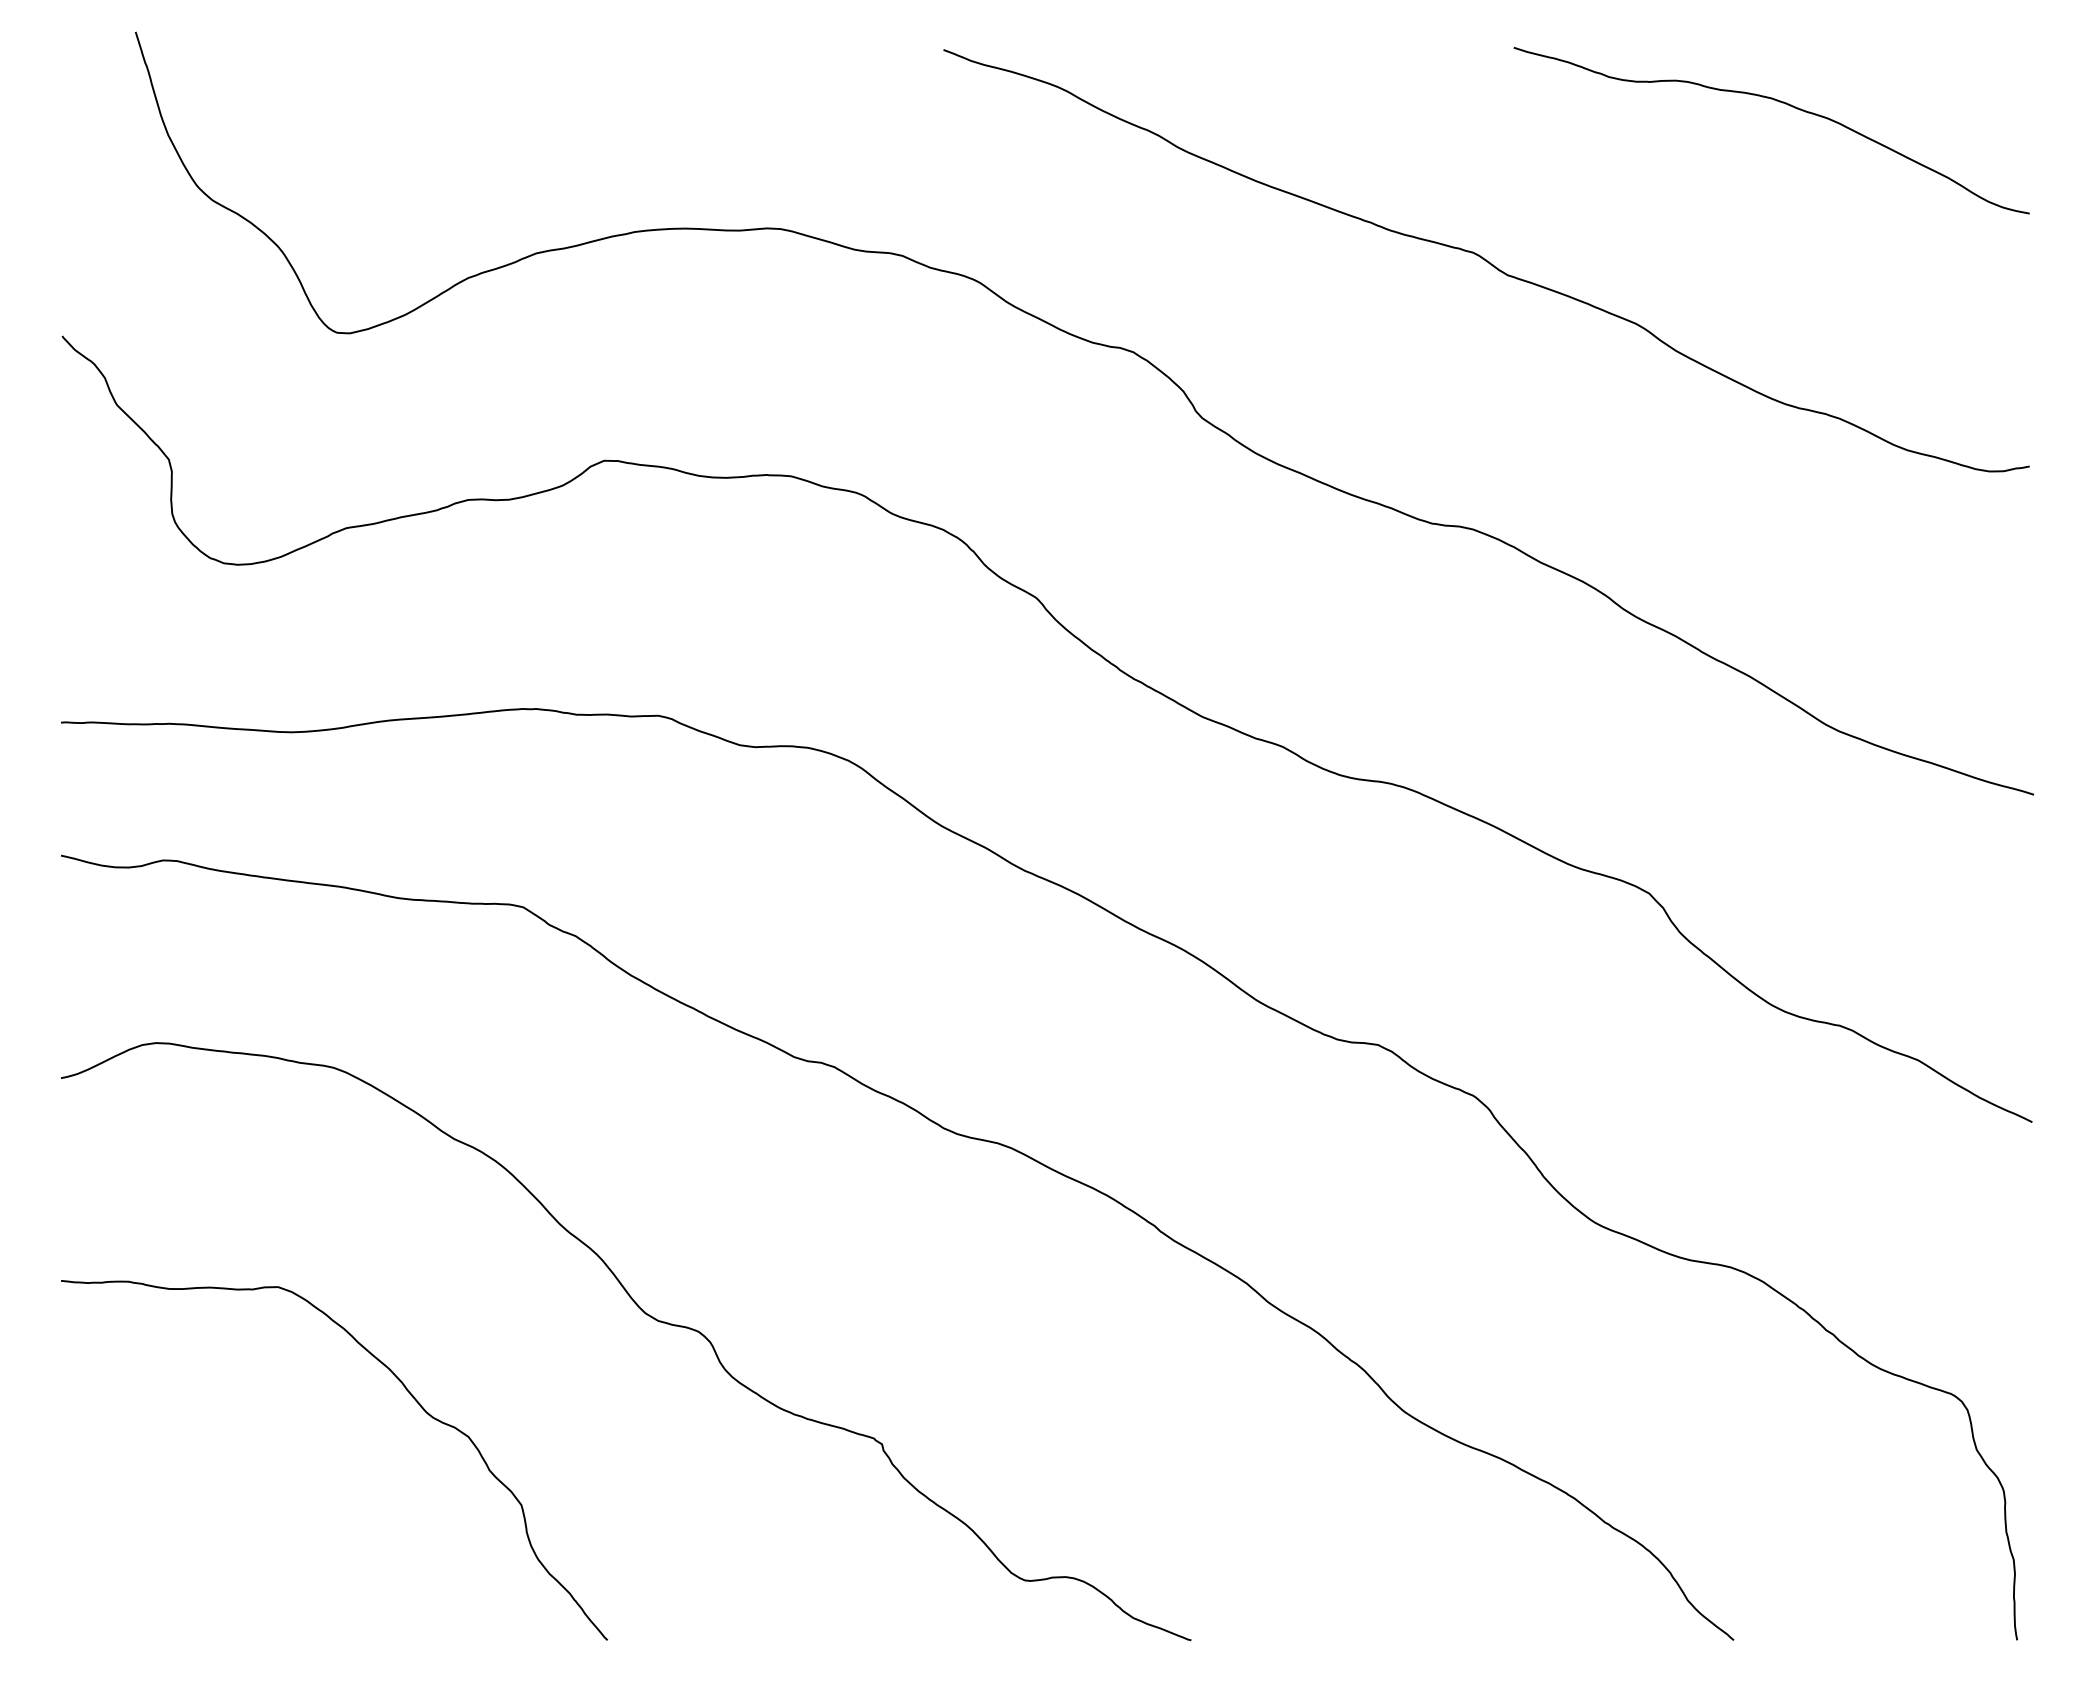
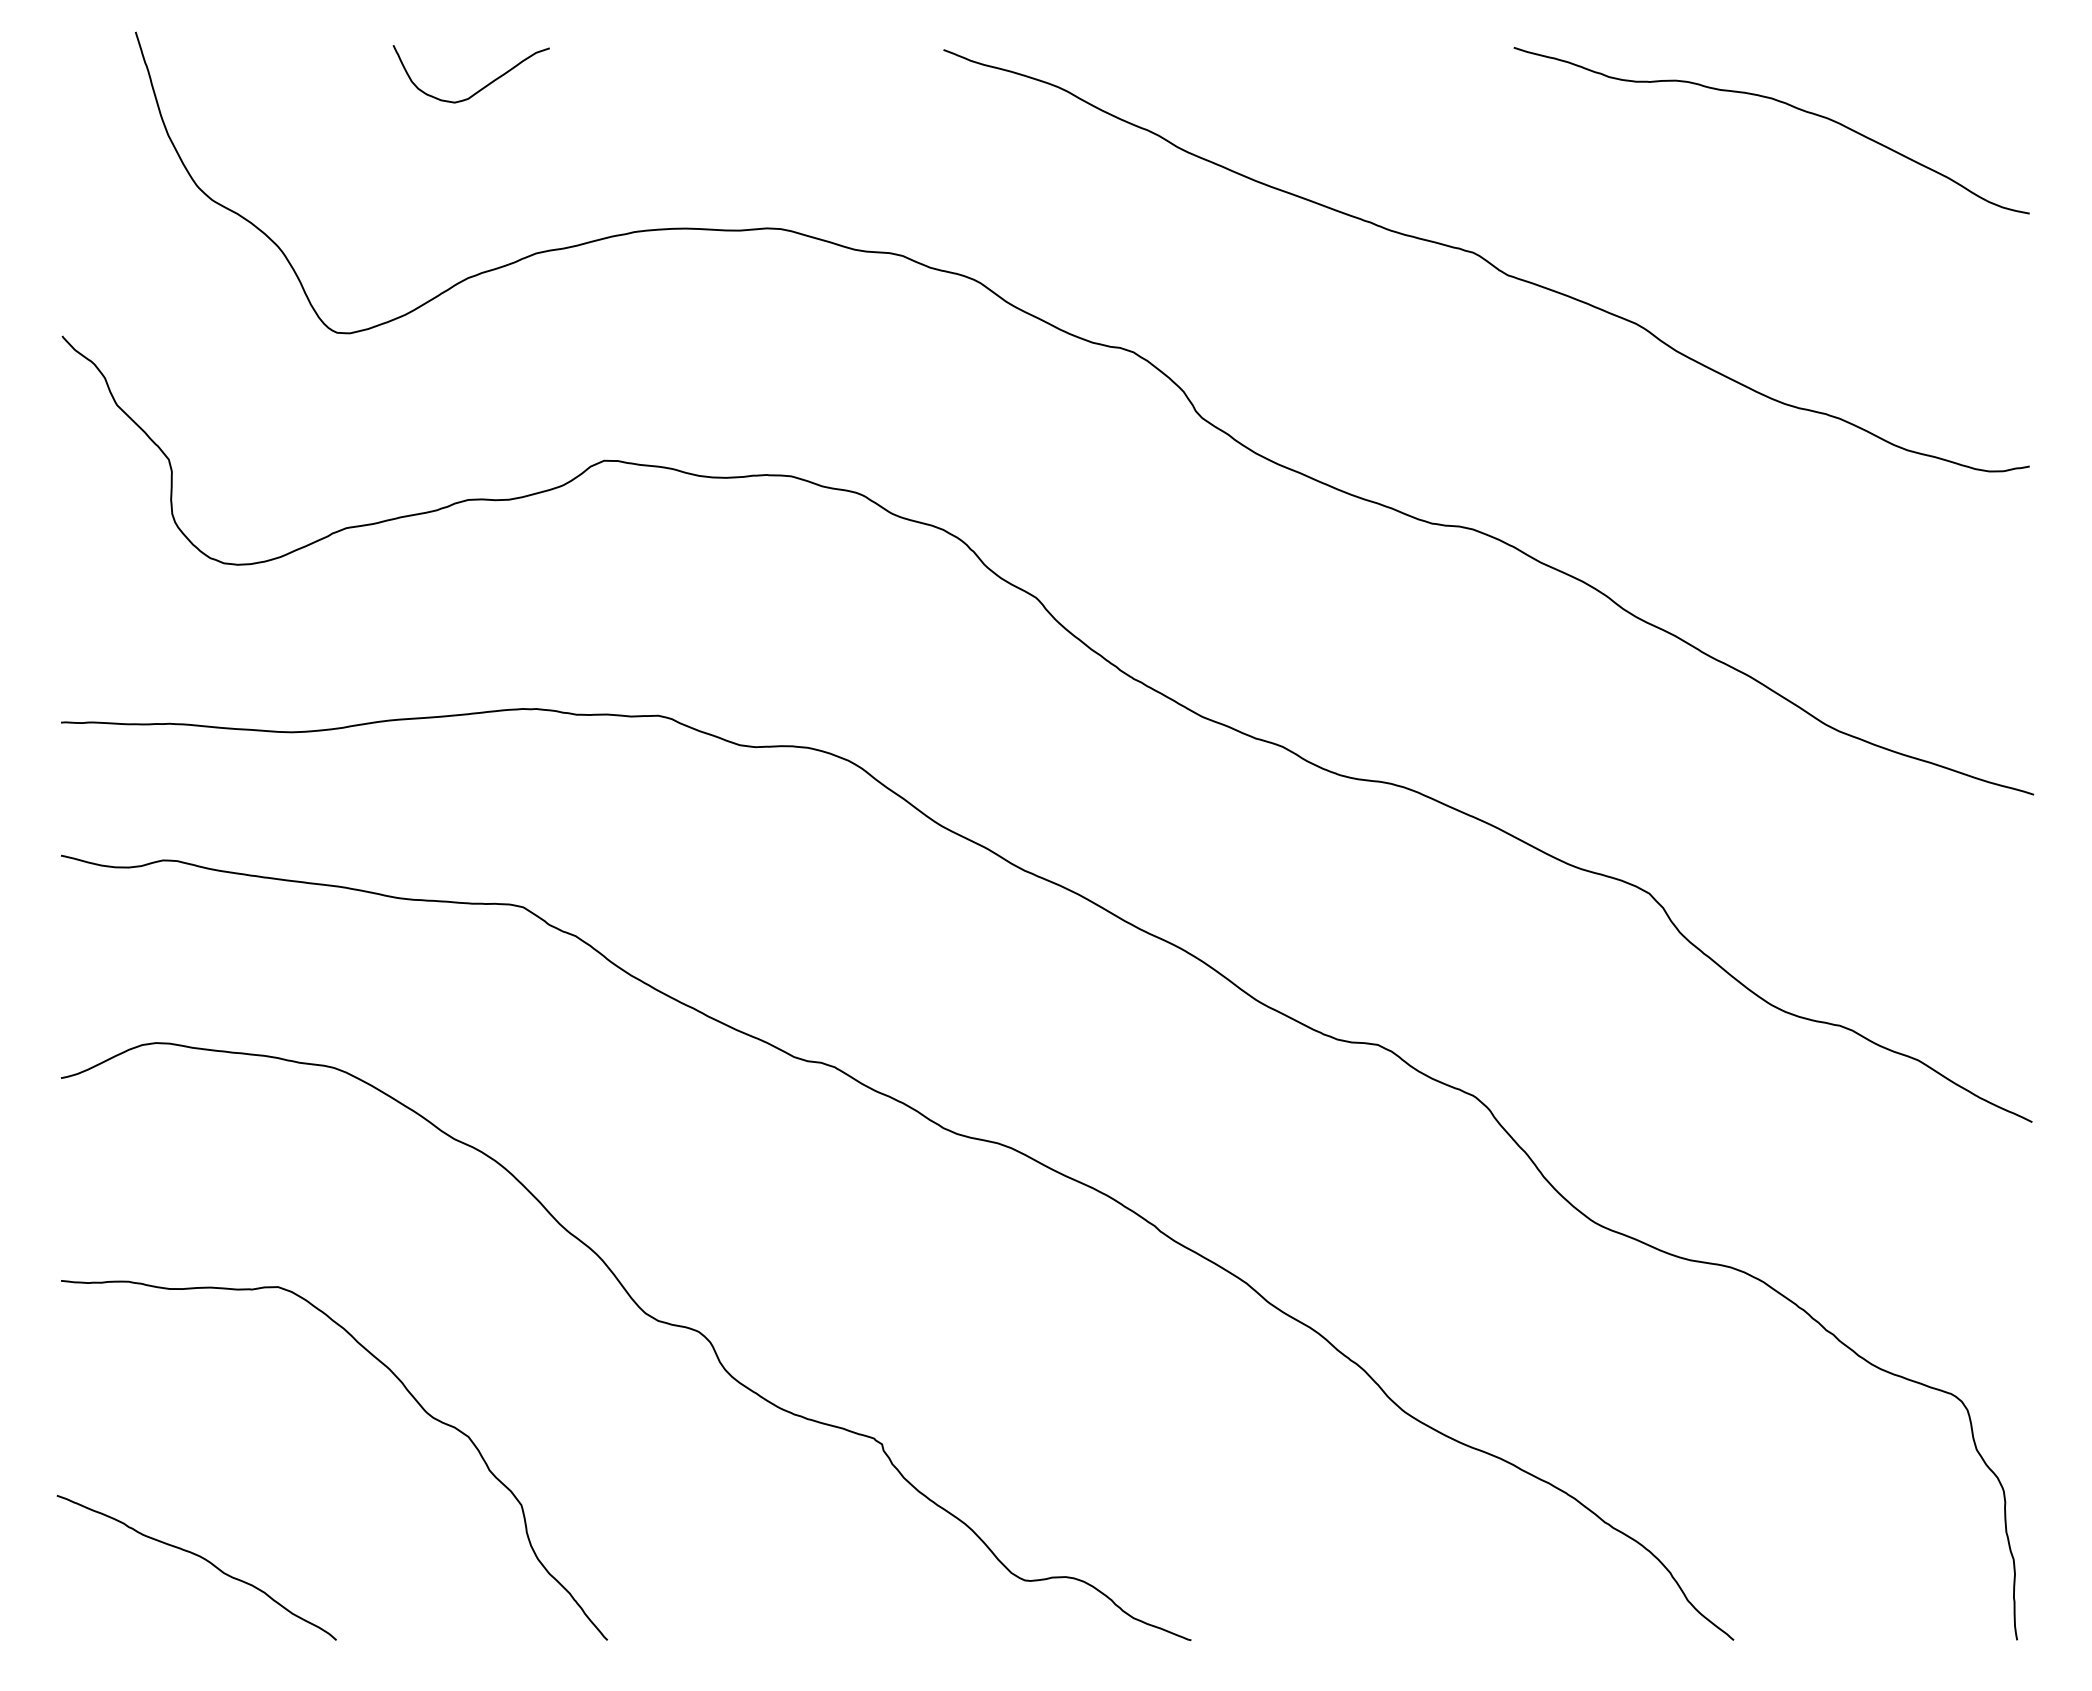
curve at (479, 89): none -> present
curve at (201, 1558): none -> present
